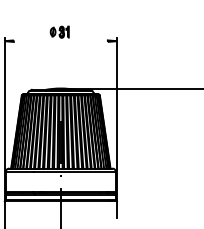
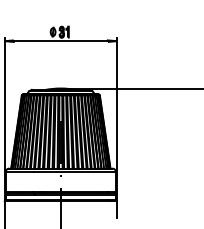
line at (60, 41): none -> present
